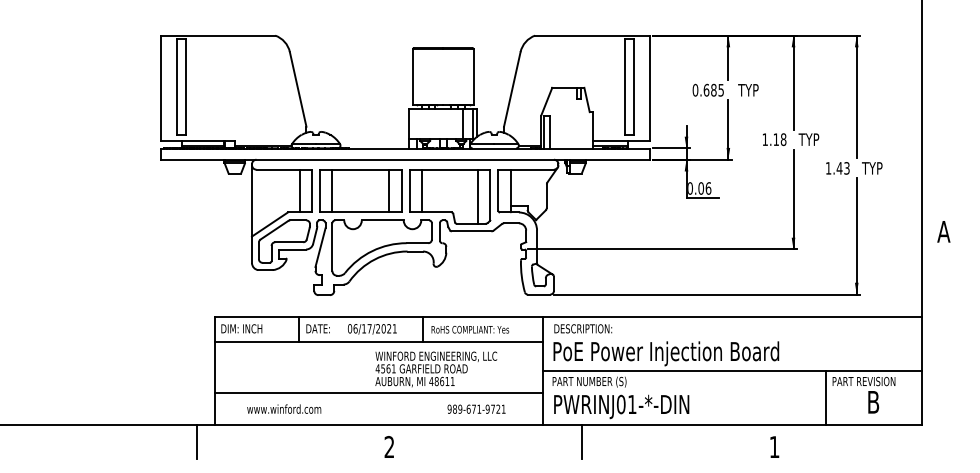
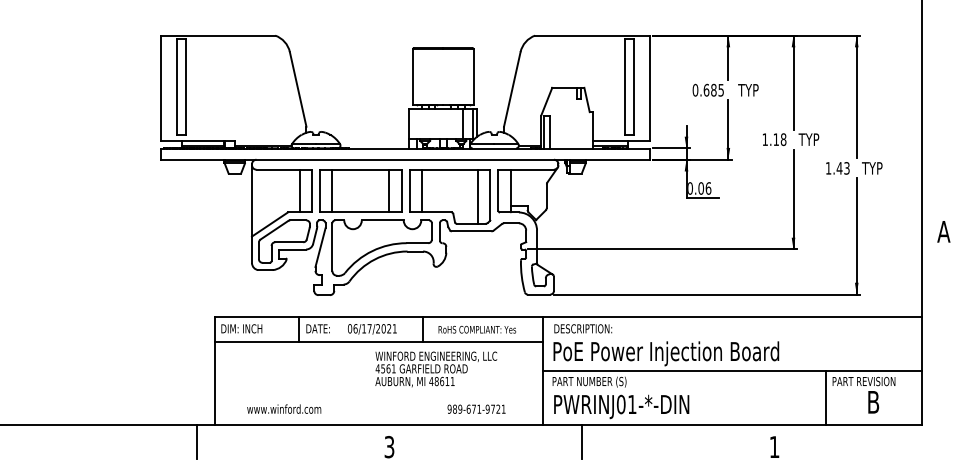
text at (470, 329) position: (470, 329) -> (477, 329)
line at (378, 393): present -> none
text at (389, 447): 2 -> 3
